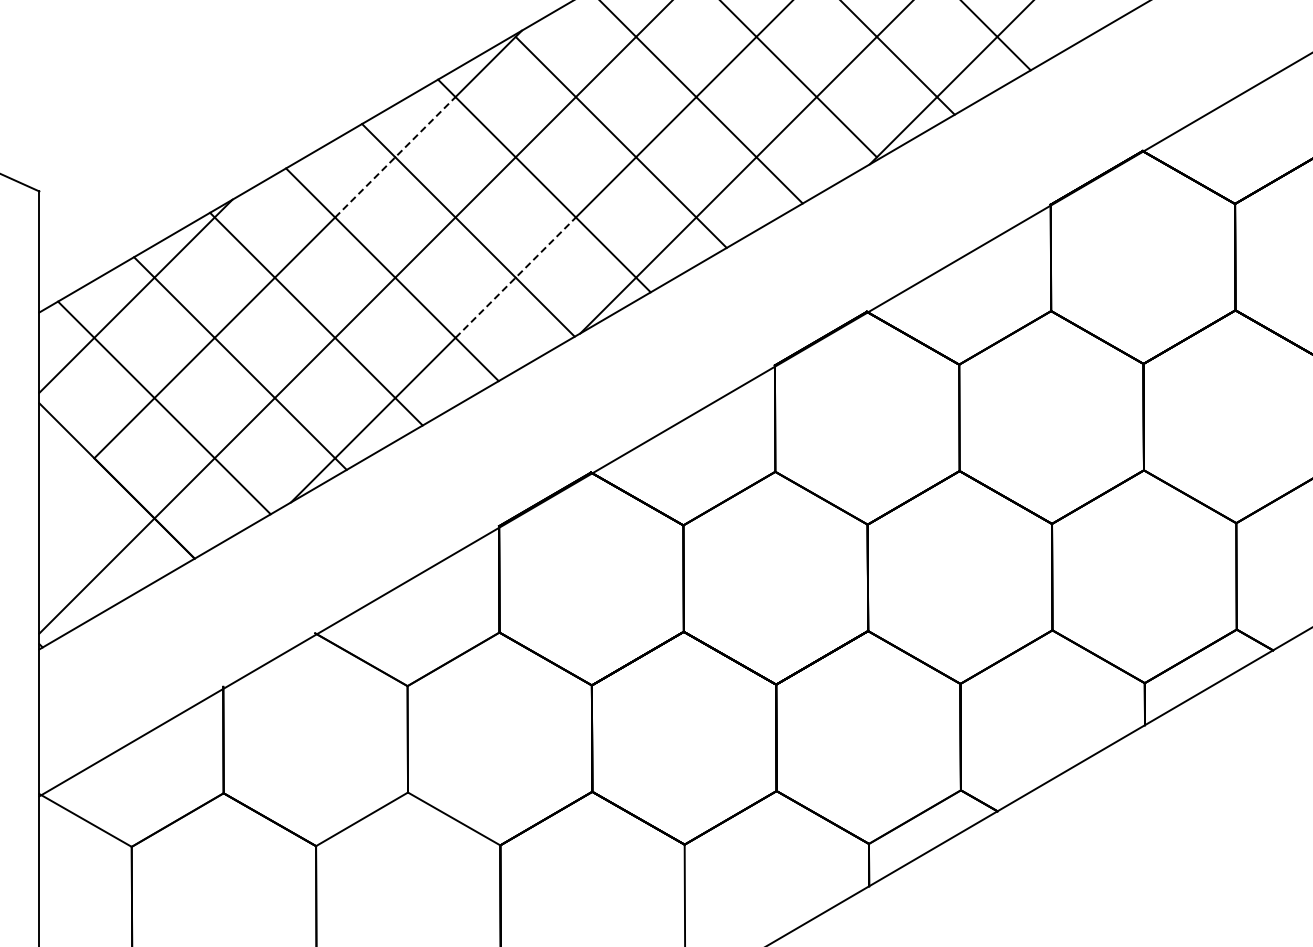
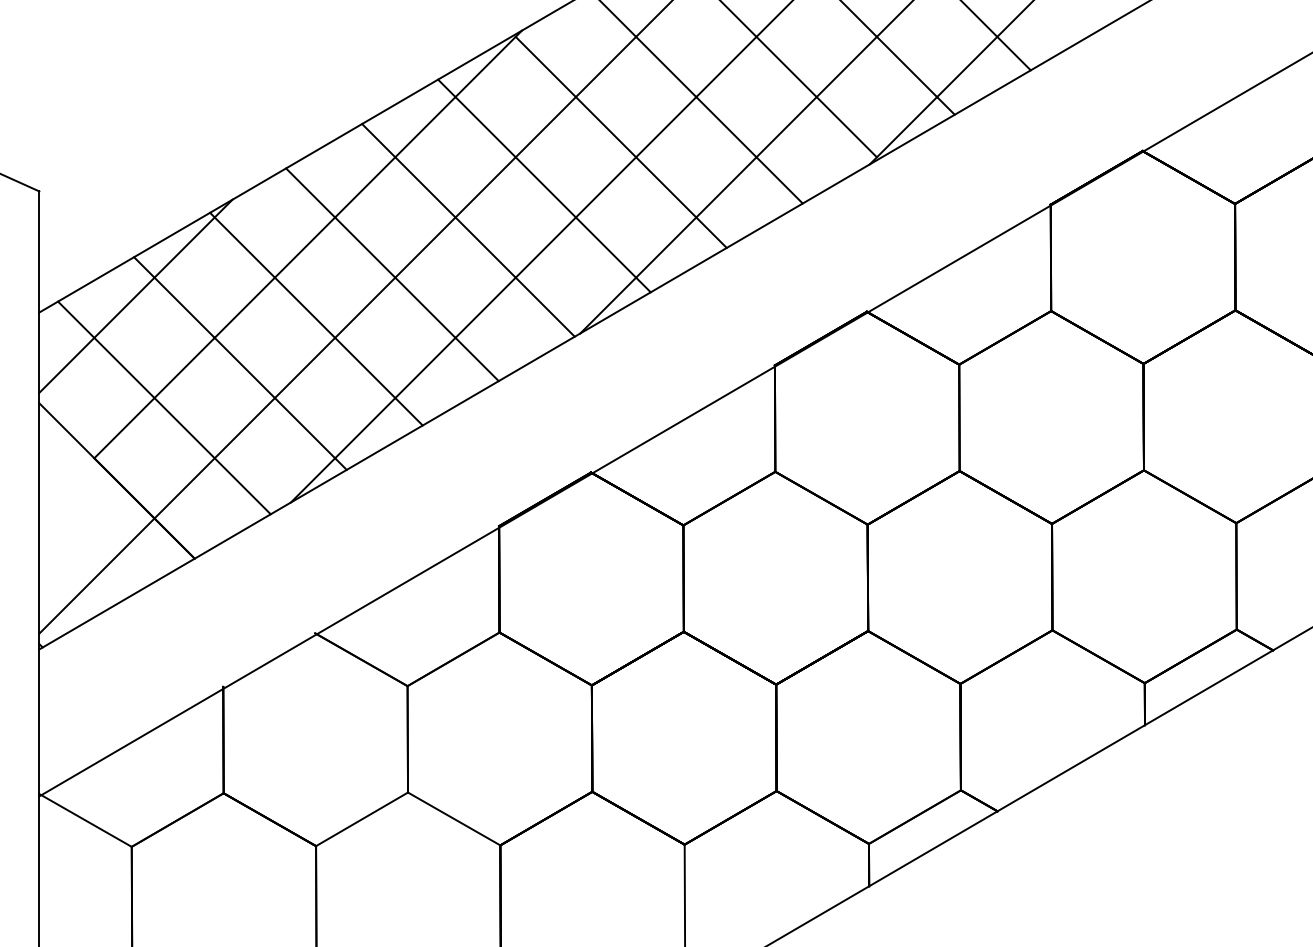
line at (395, 156): dashed -> solid
line at (516, 277): dashed -> solid
